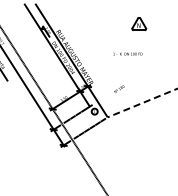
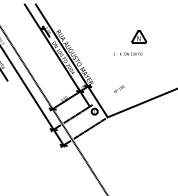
part at (139, 24) position: (139, 24) -> (139, 37)
line at (142, 102): dashed -> solid
